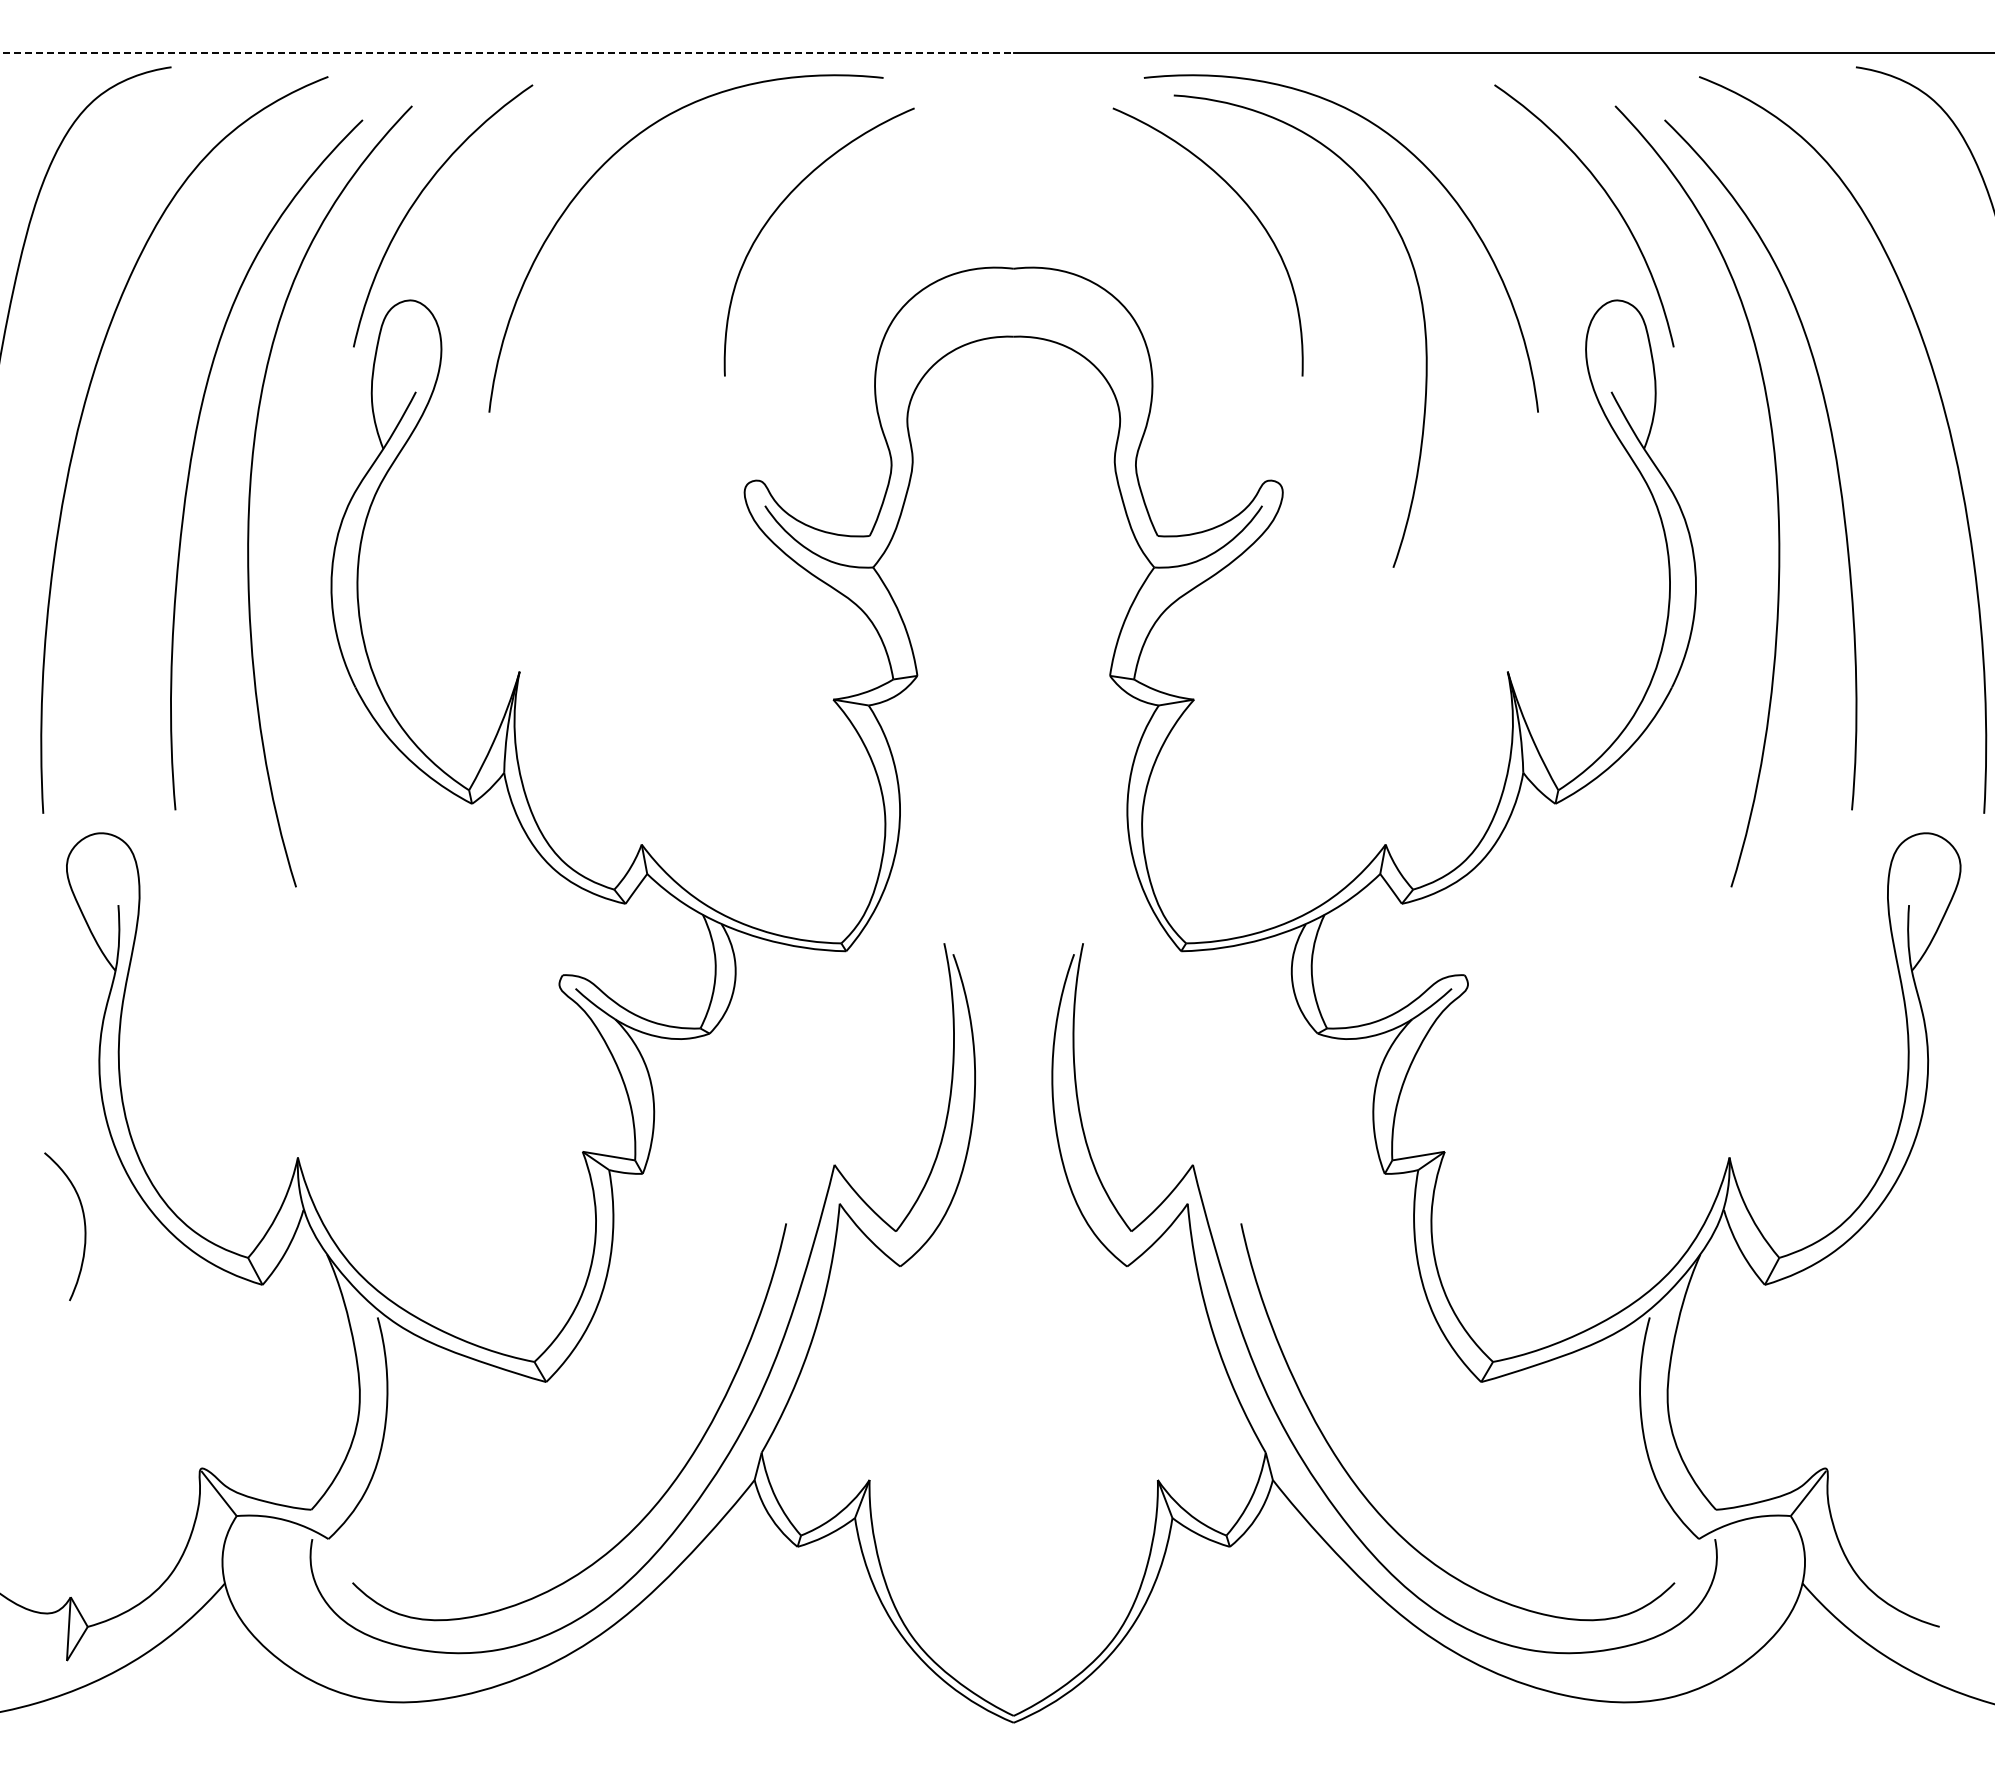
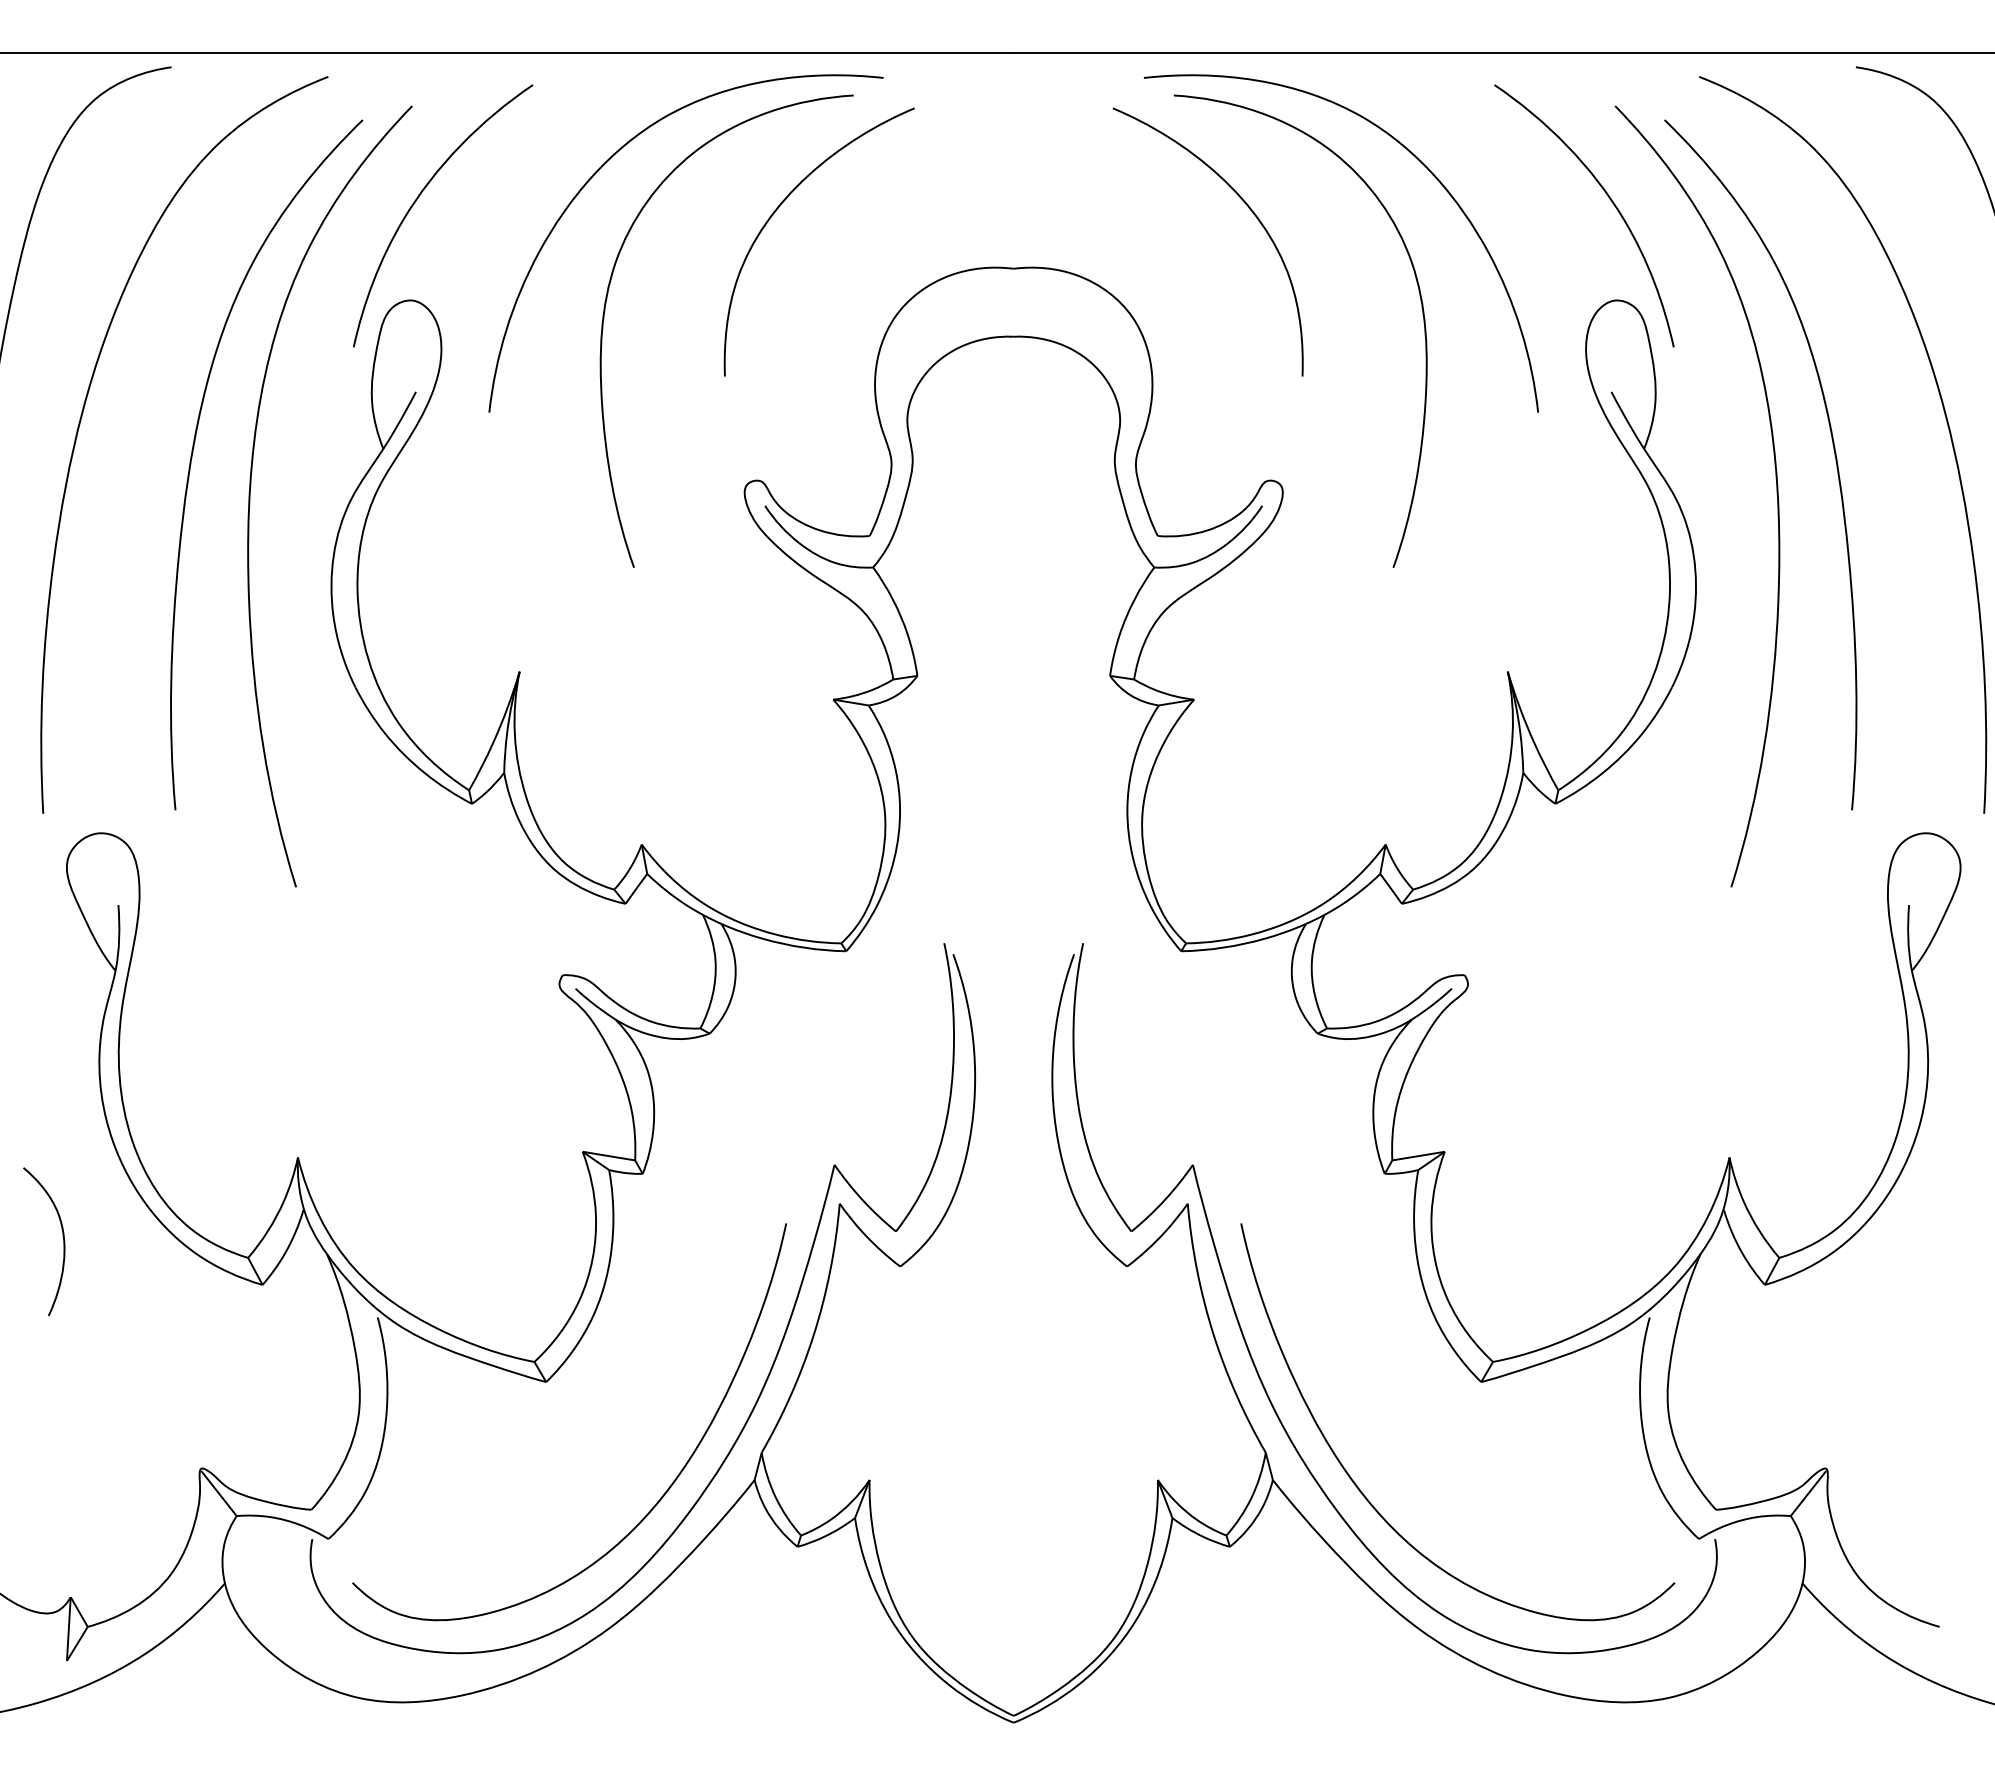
line at (506, 53): dashed -> solid
curve at (605, 311): none -> present
curve at (83, 1221) position: (83, 1221) -> (62, 1236)
